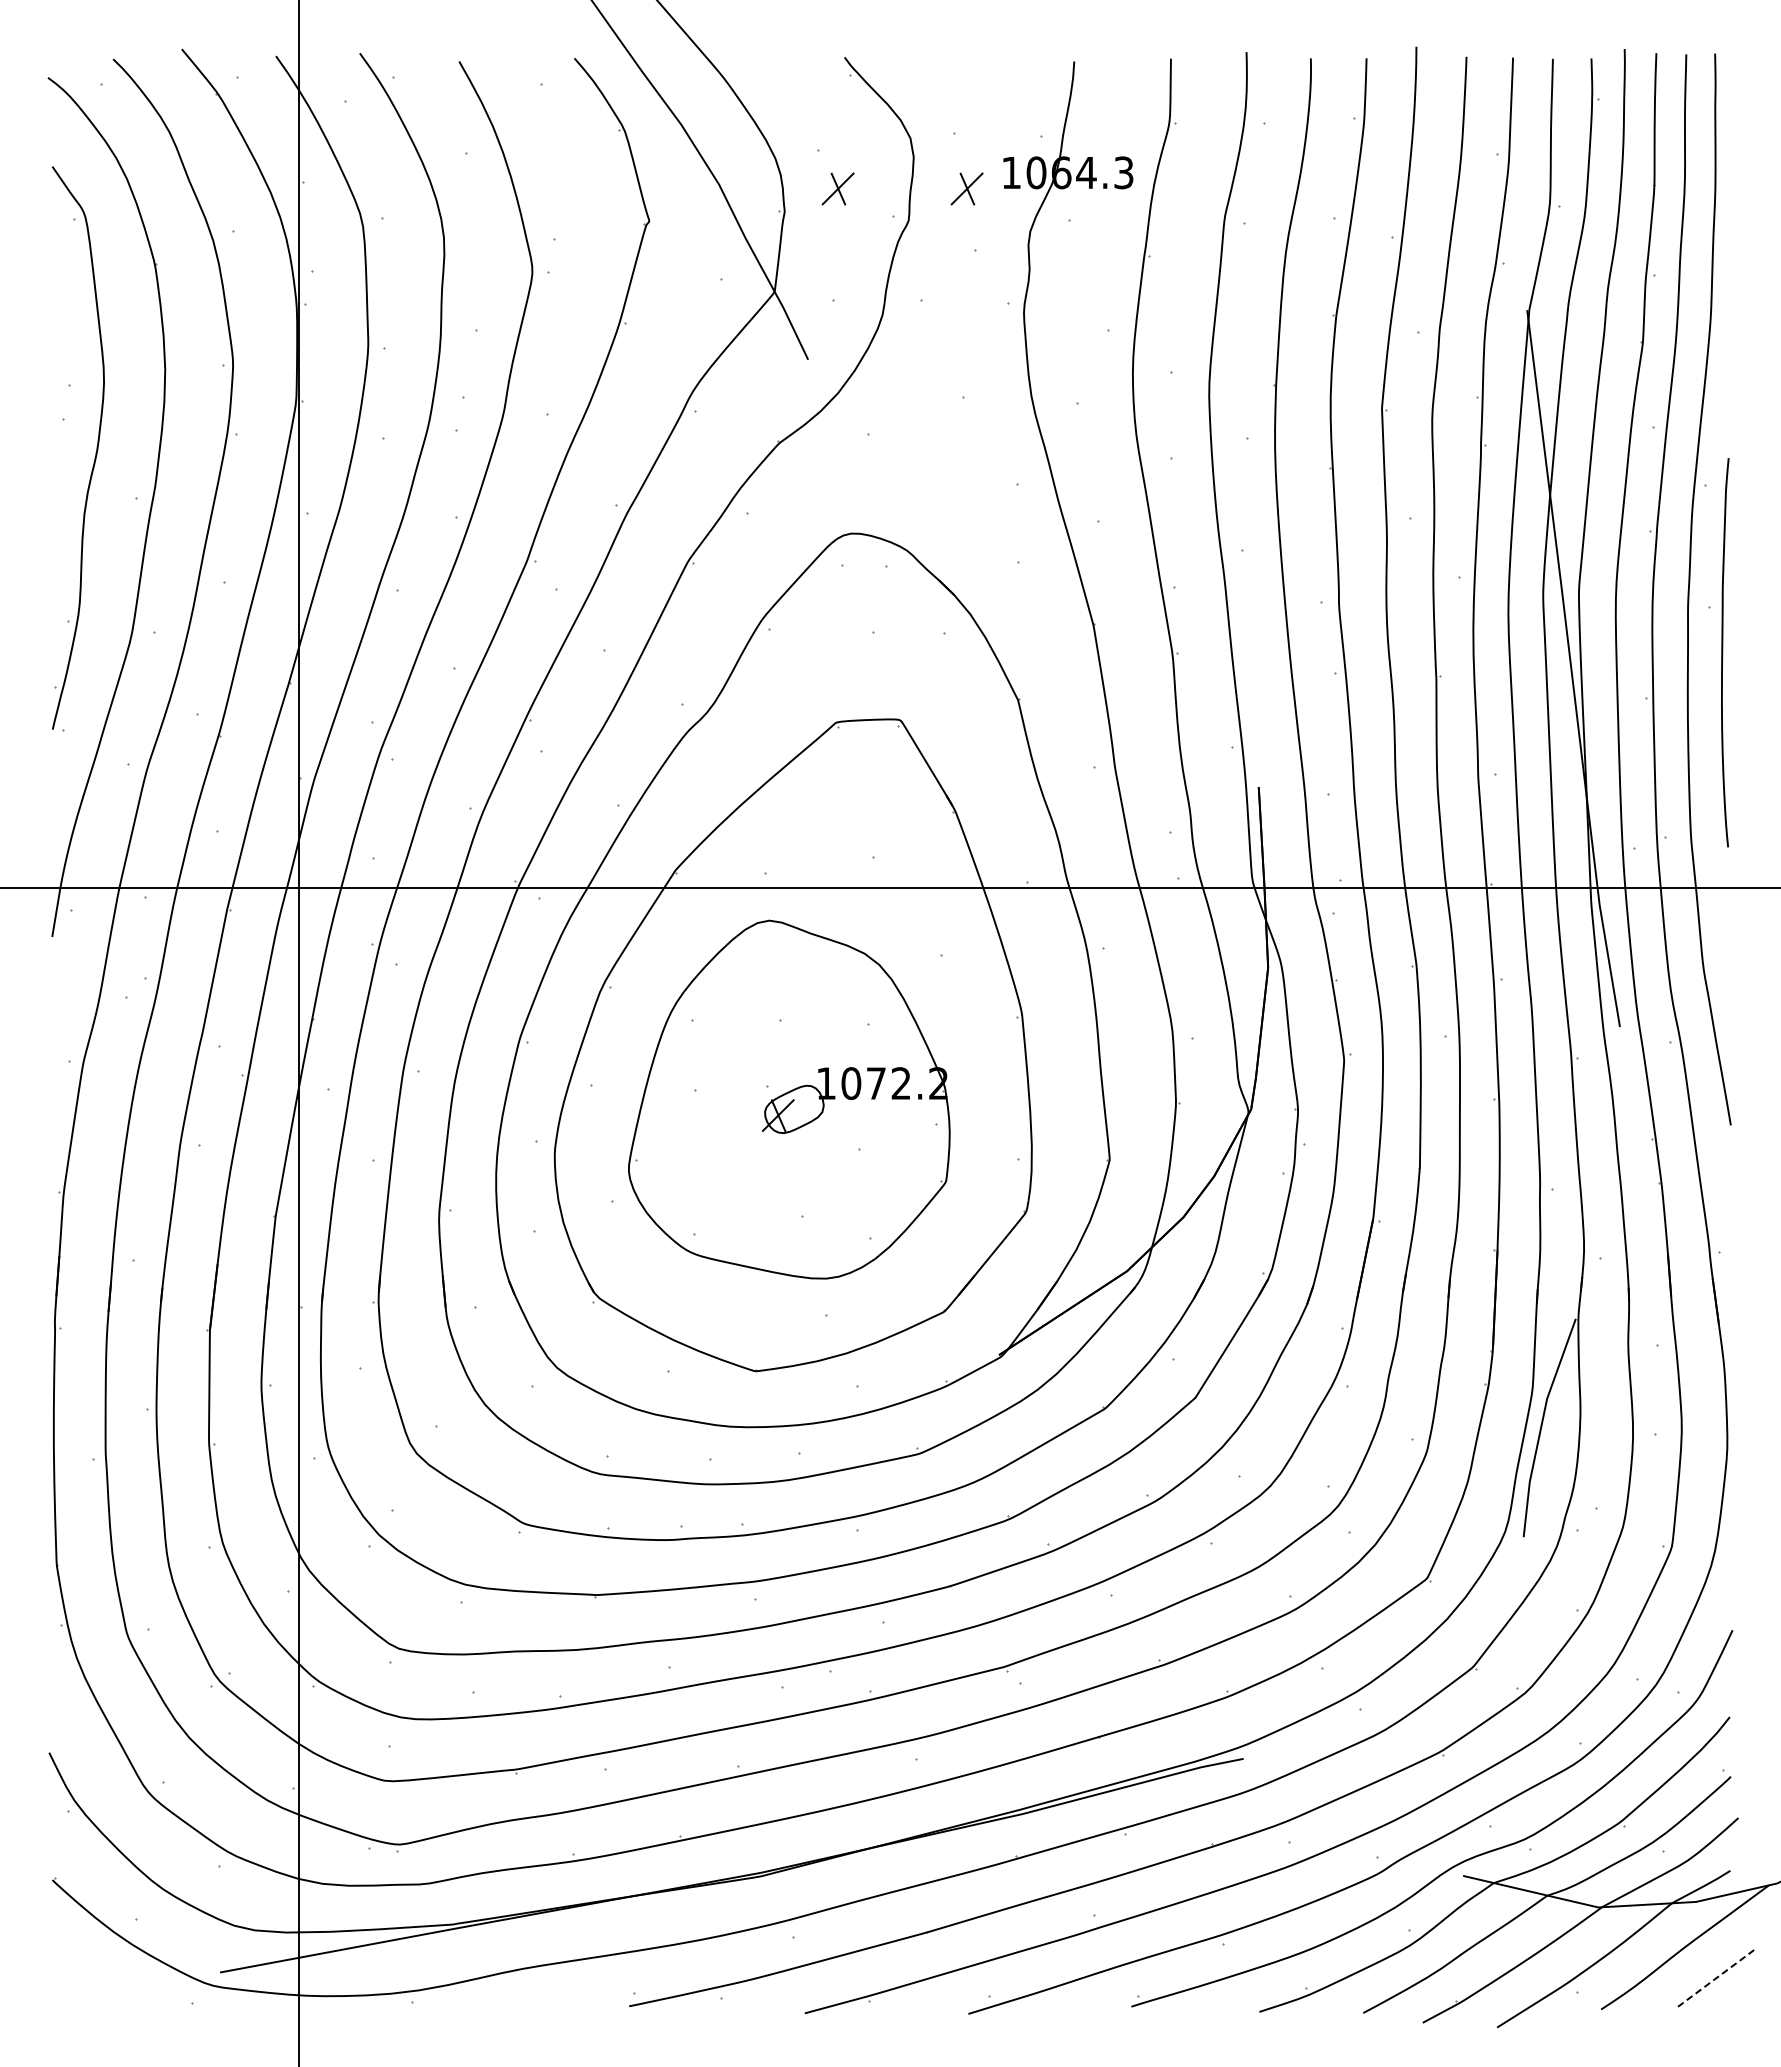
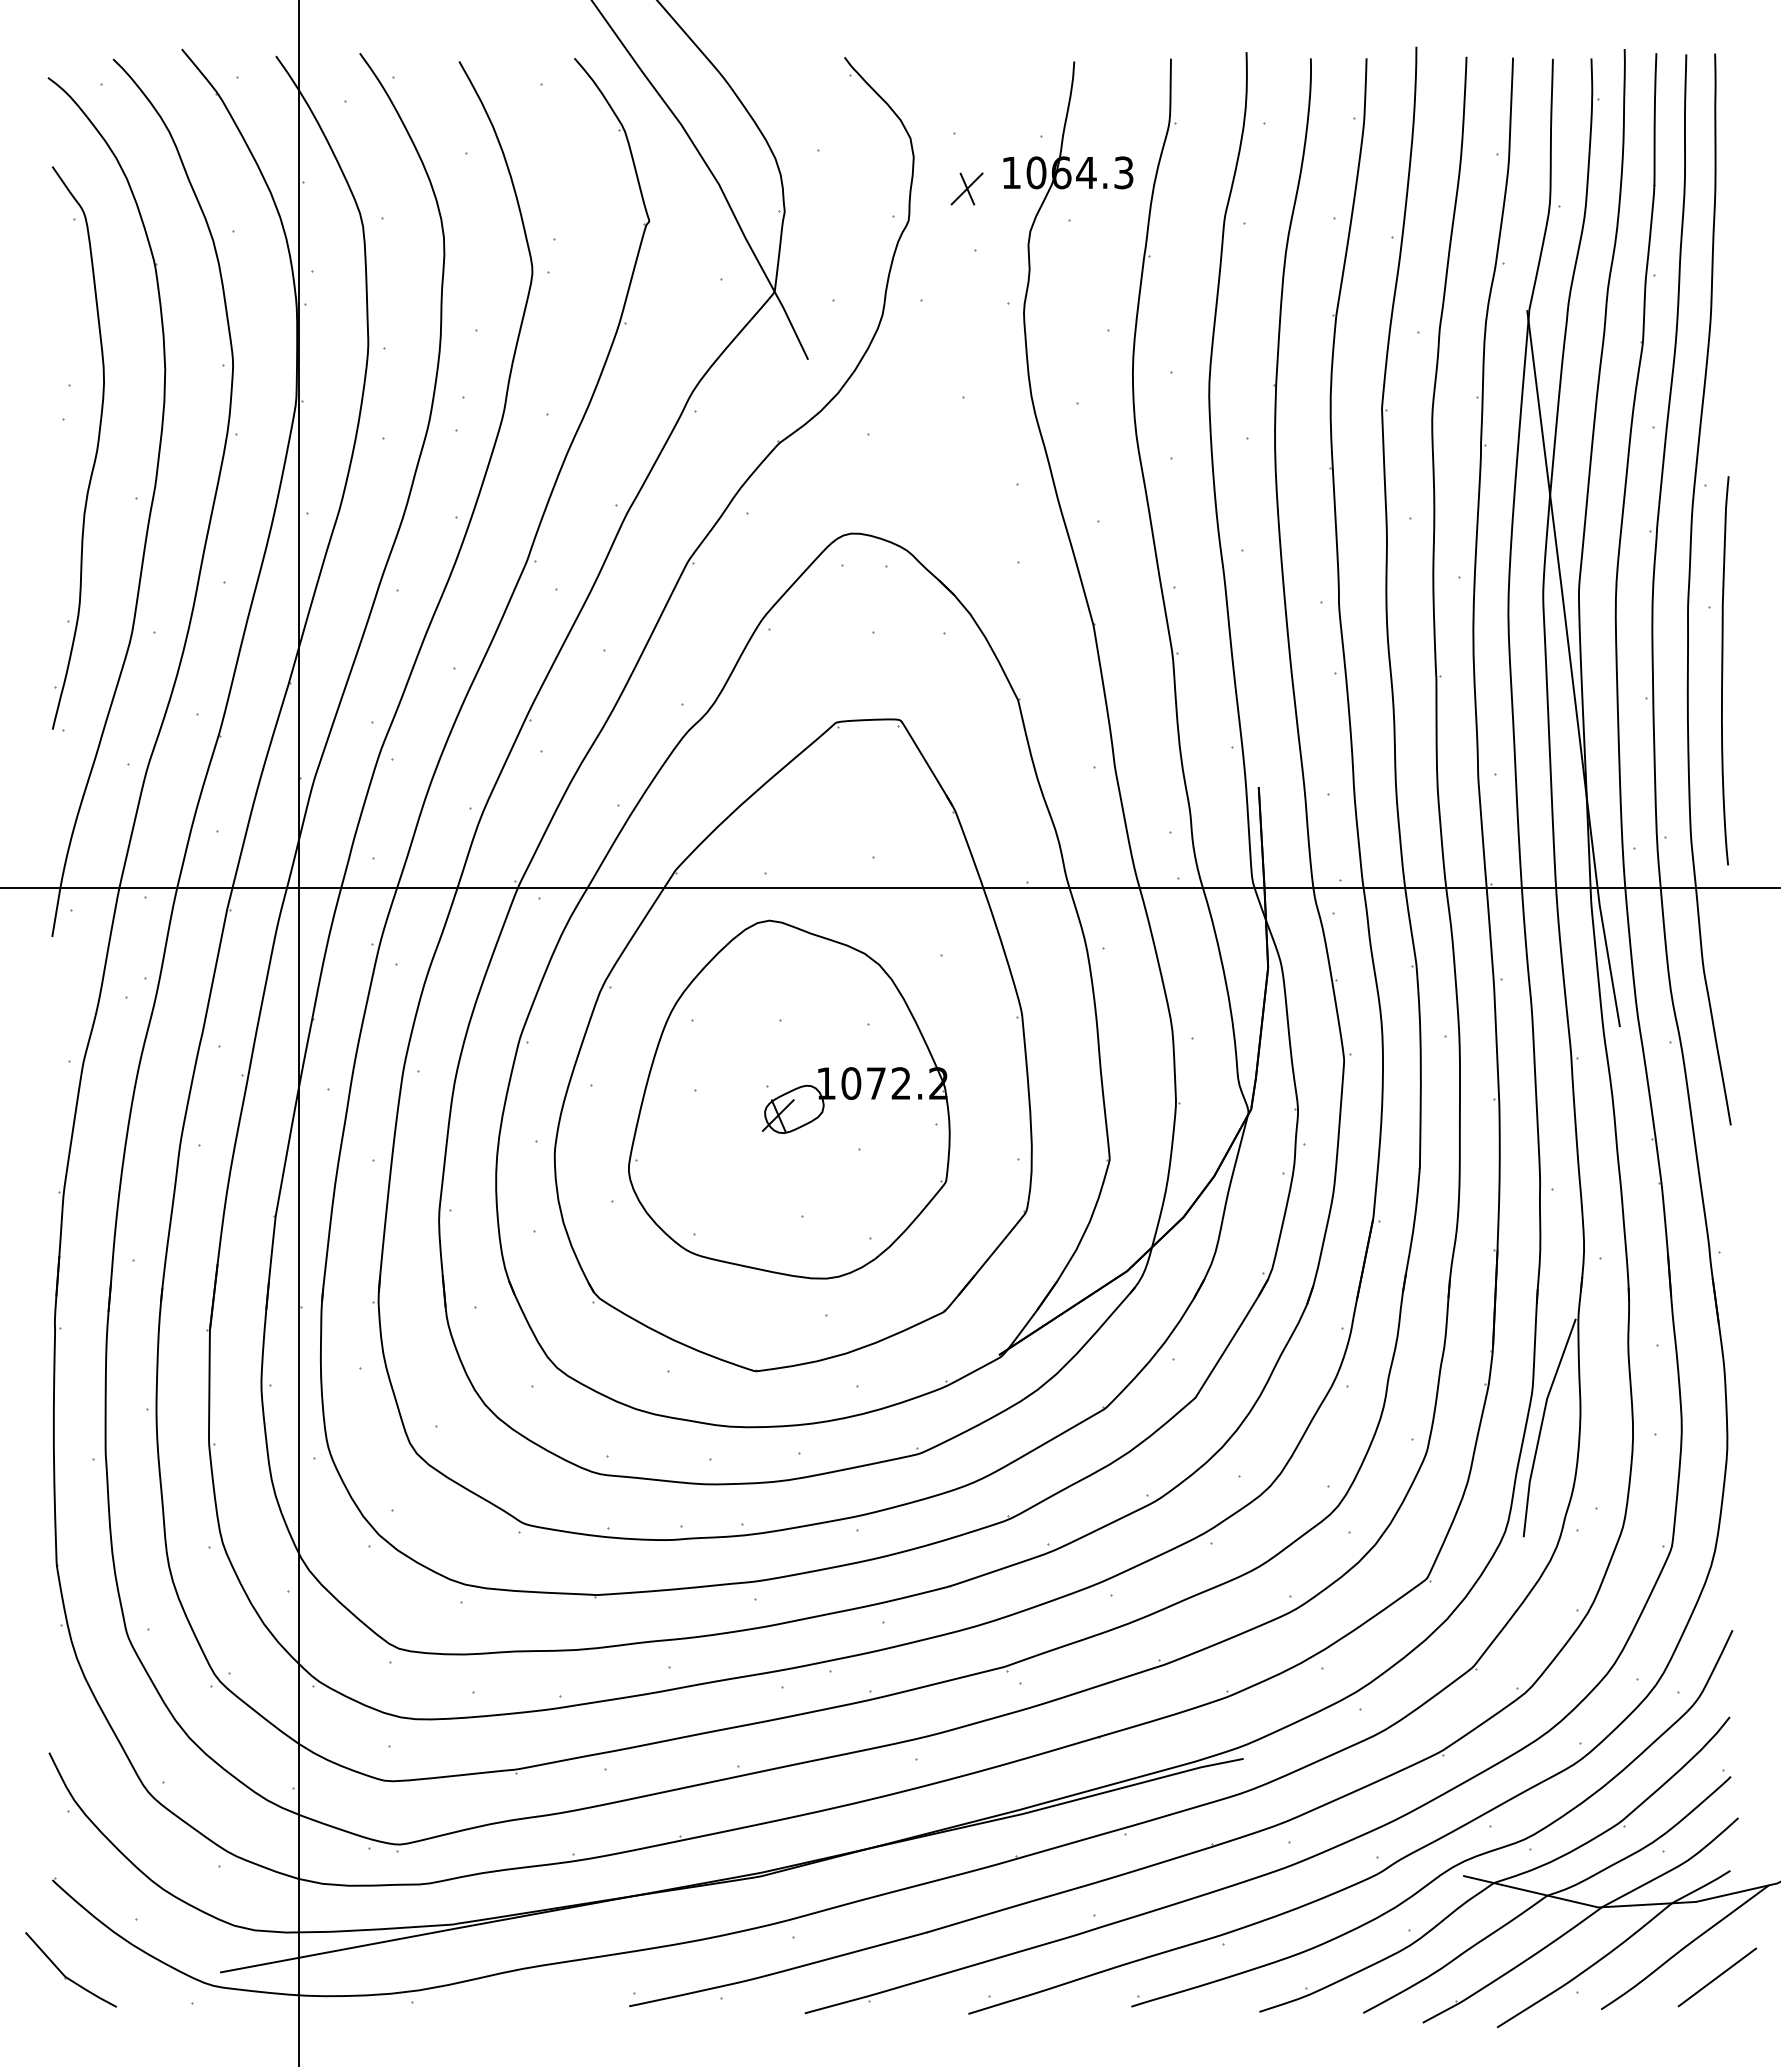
part at (837, 188): present -> none
curve at (1723, 652) position: (1723, 652) -> (1723, 670)
part at (64, 1974): none -> present
line at (1717, 1977): dashed -> solid
